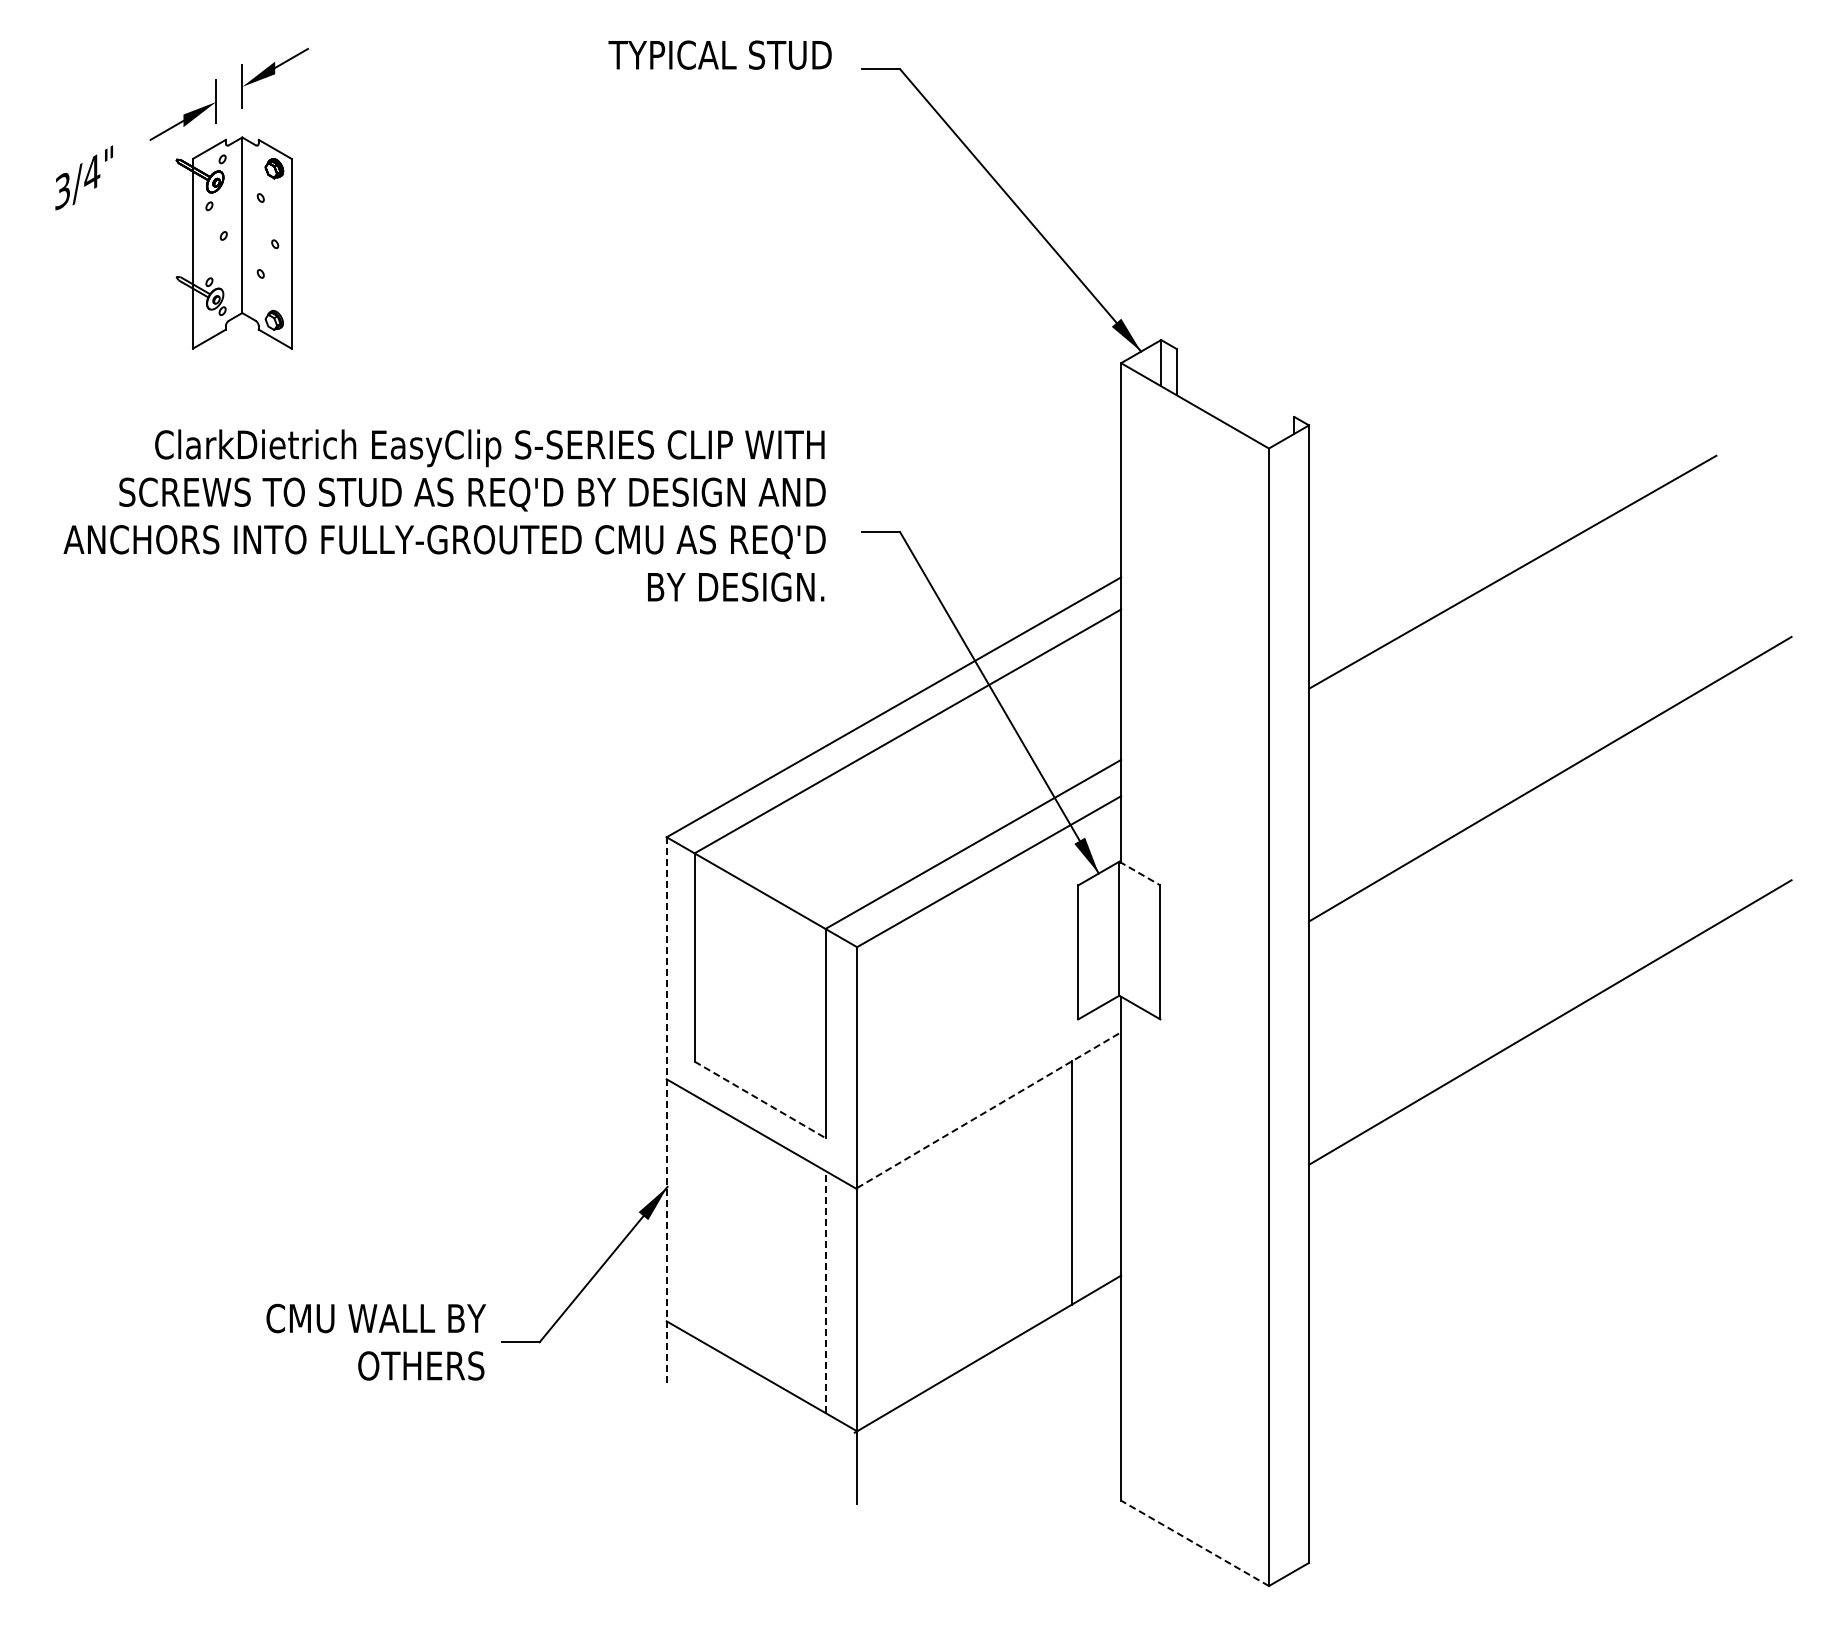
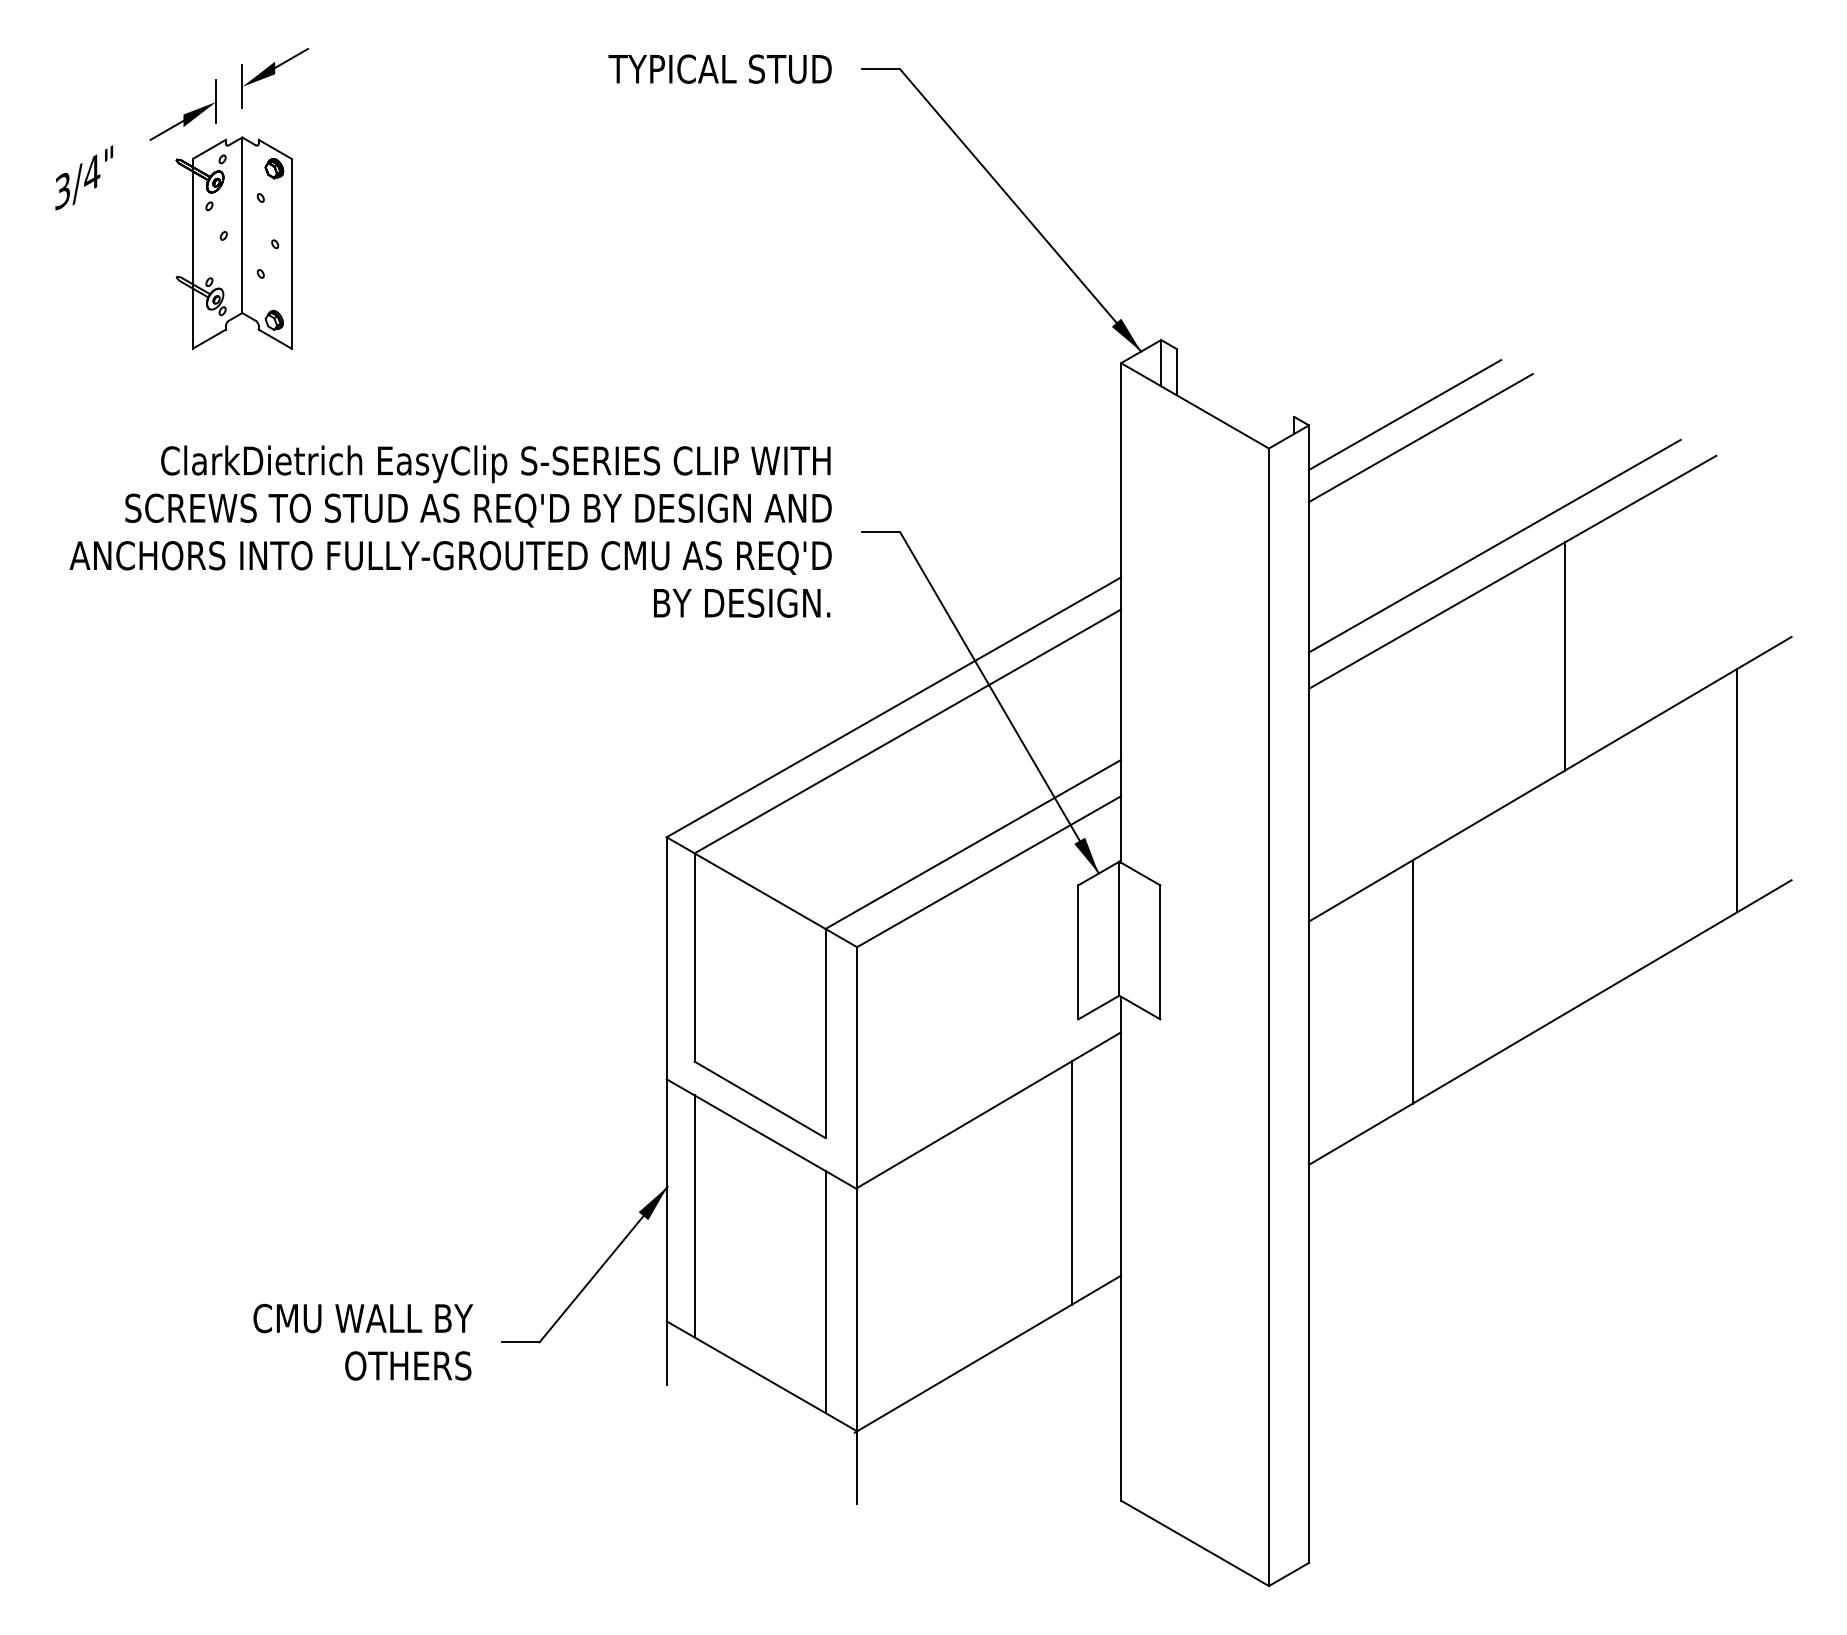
text at (719, 54) position: (719, 54) -> (719, 68)
line at (1405, 414): none -> present
line at (1420, 438): none -> present
text at (444, 515) position: (444, 515) -> (450, 531)
line at (1494, 545): none -> present
line at (1564, 656): none -> present
line at (1737, 790): none -> present
line at (1139, 873): dashed -> solid
line at (1412, 982): none -> present
line at (760, 1099): dashed -> solid
line at (989, 1109): dashed -> solid
line at (666, 1111): dashed -> solid
line at (694, 1216): none -> present
line at (825, 1291): dashed -> solid
text at (376, 1341) position: (376, 1341) -> (363, 1341)
line at (1194, 1543): dashed -> solid
